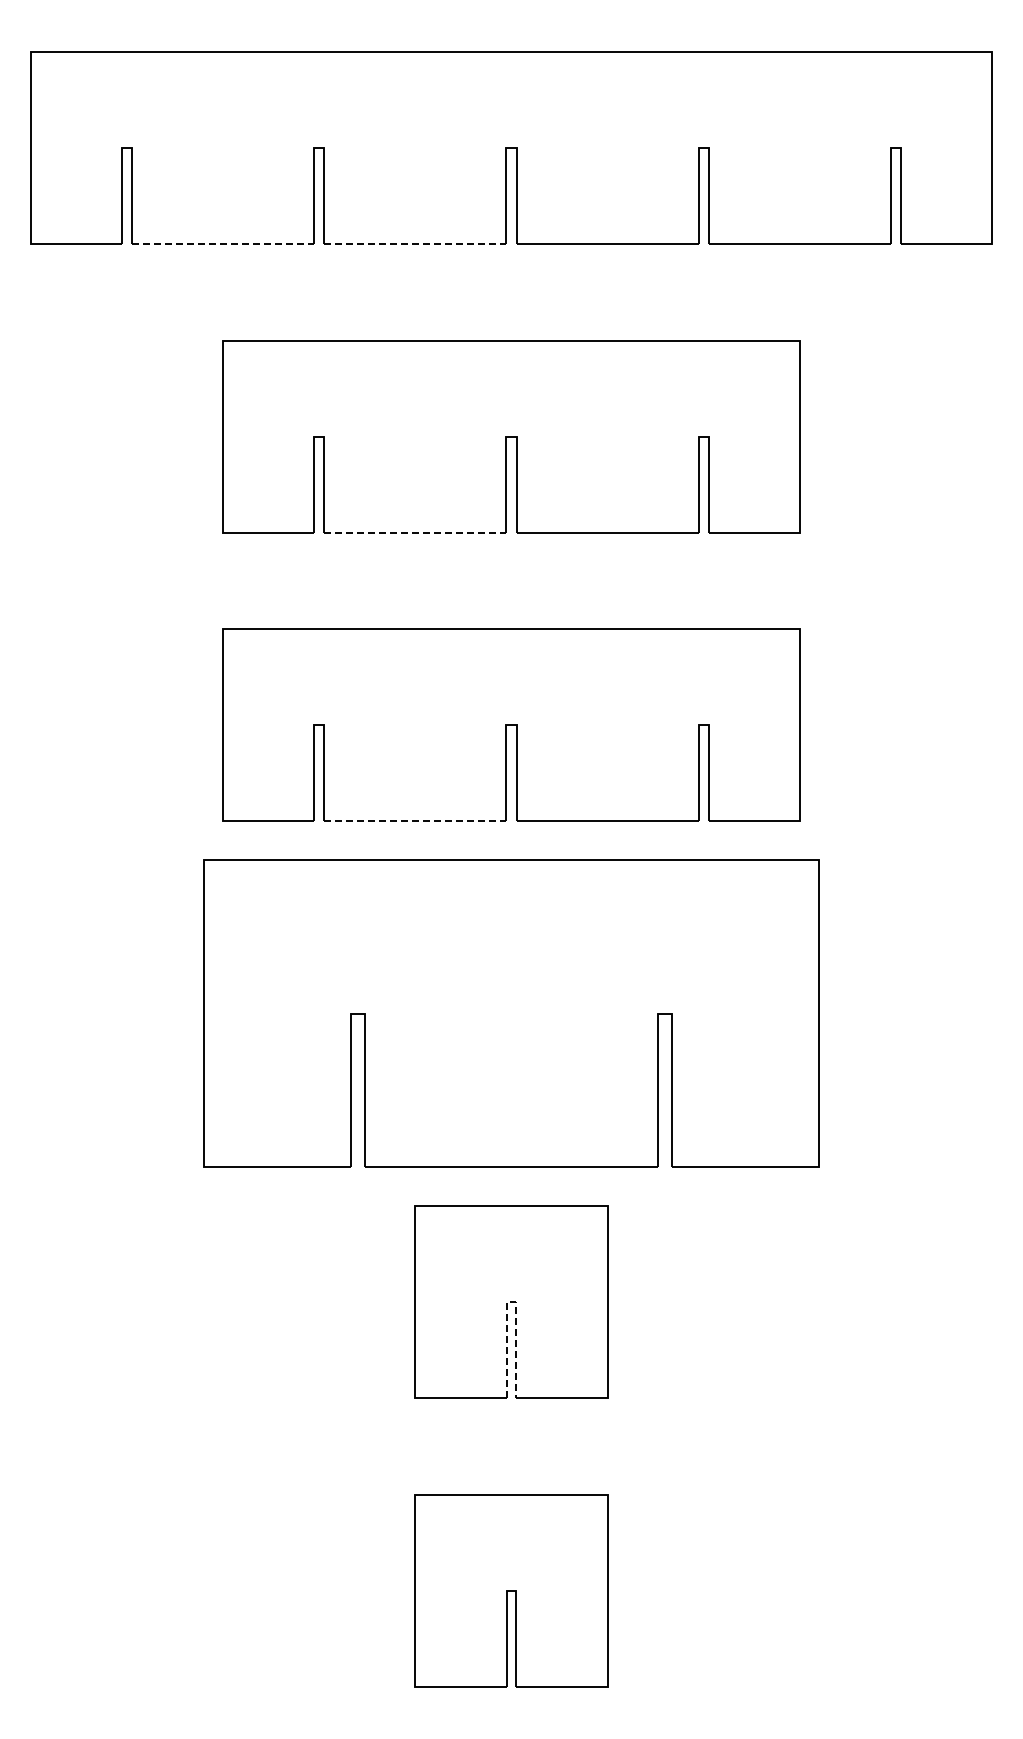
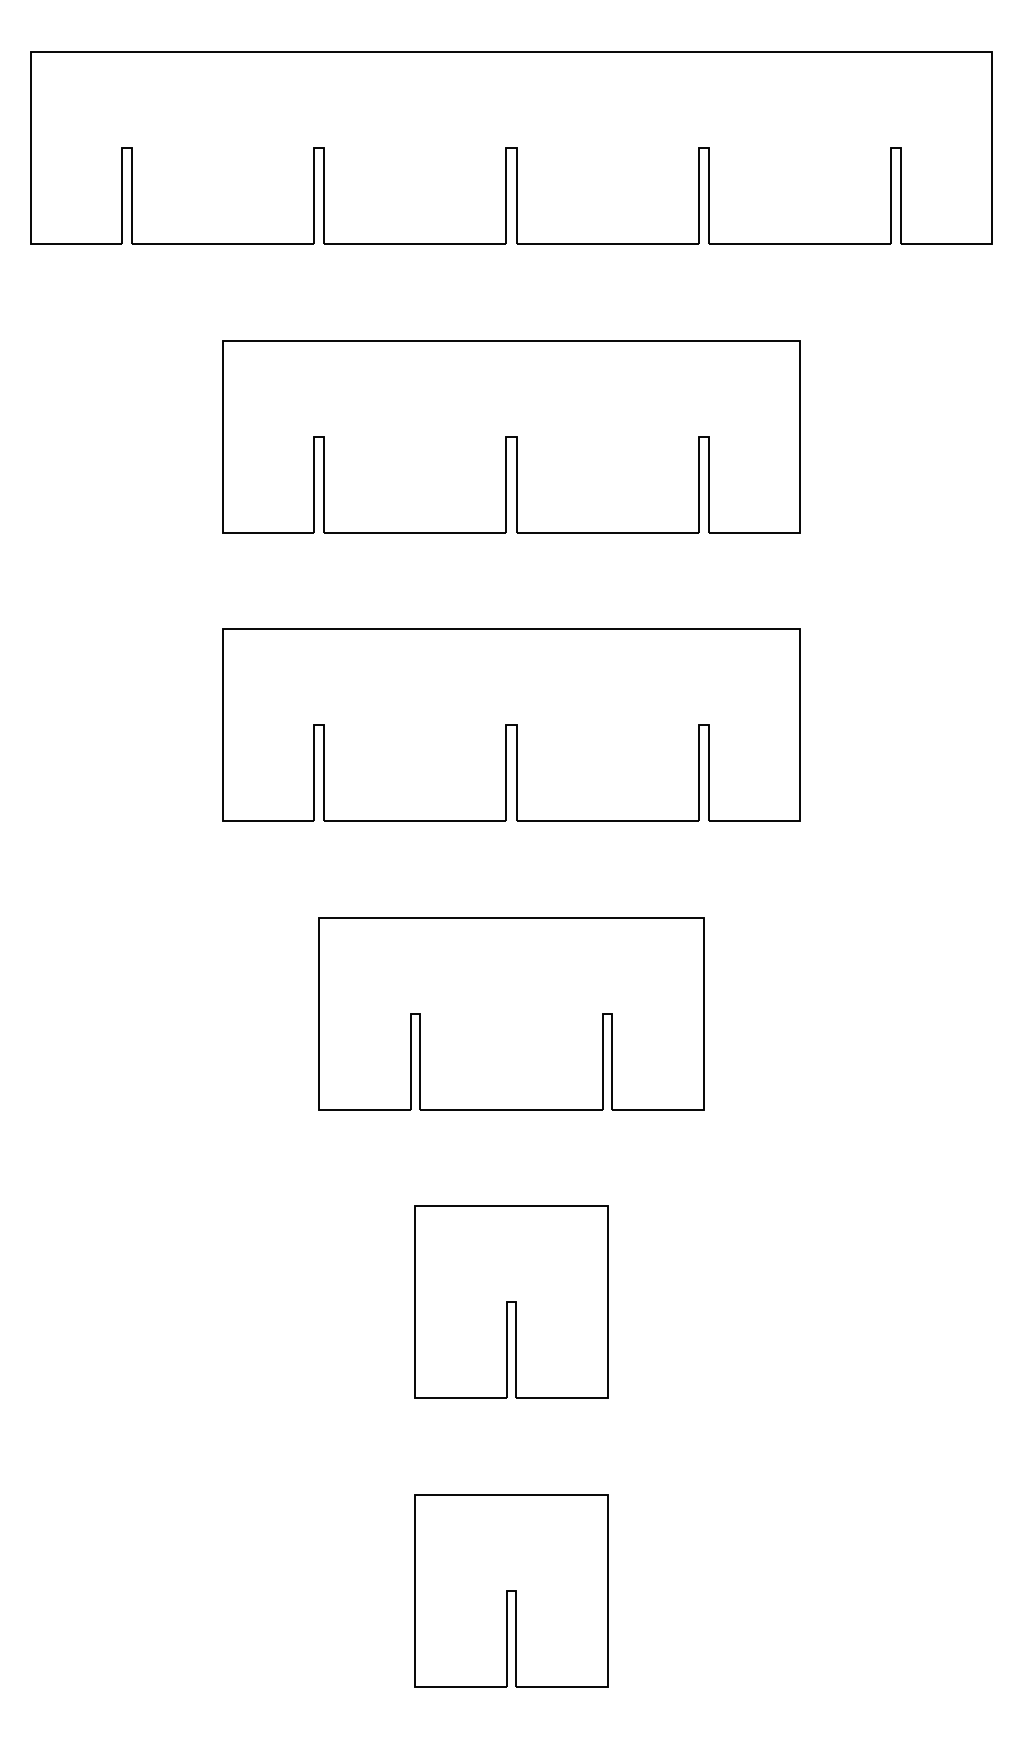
line at (223, 244): dashed -> solid
line at (415, 244): dashed -> solid
line at (415, 532): dashed -> solid
line at (415, 821): dashed -> solid
part at (511, 1013) size: 617x309 px -> 387x194 px
line at (511, 1302): dashed -> solid
